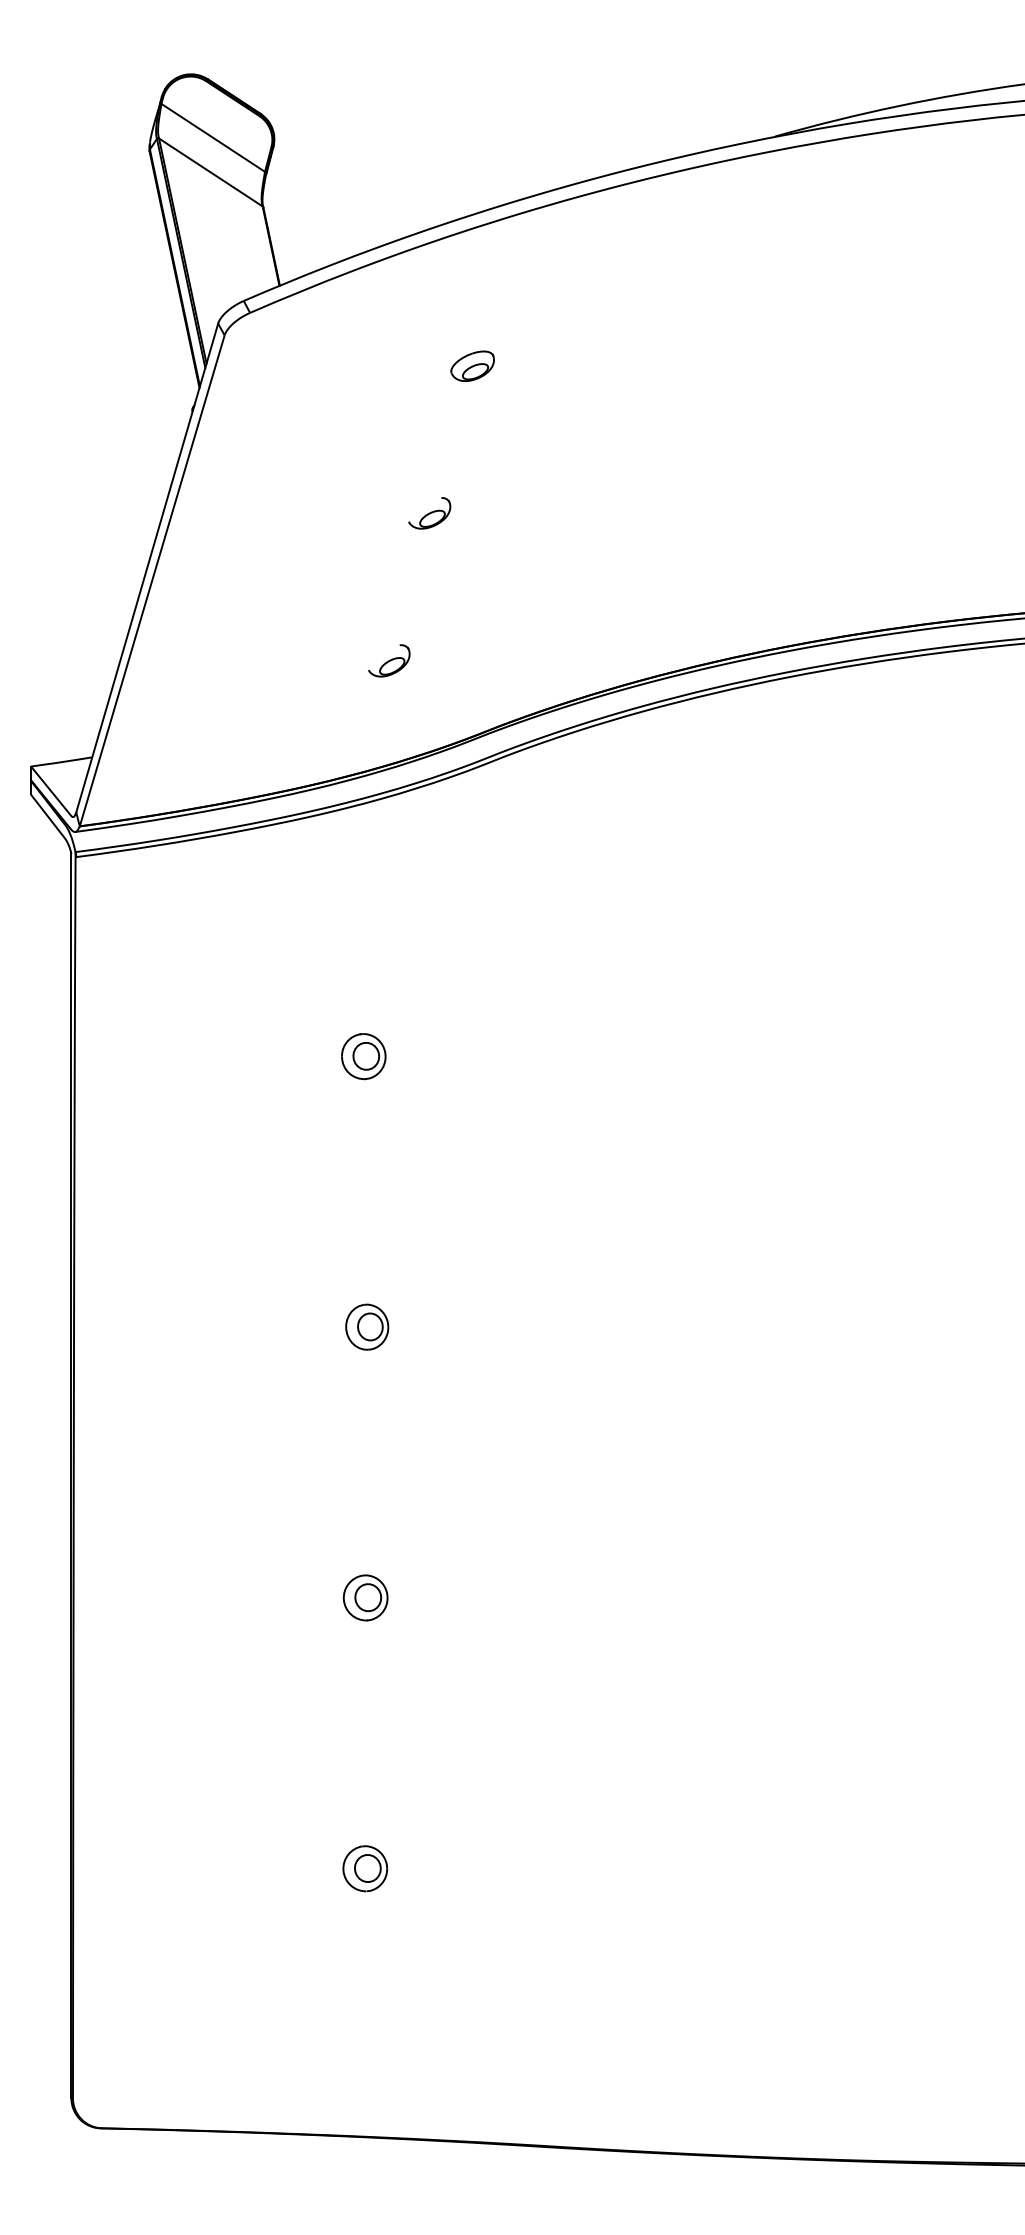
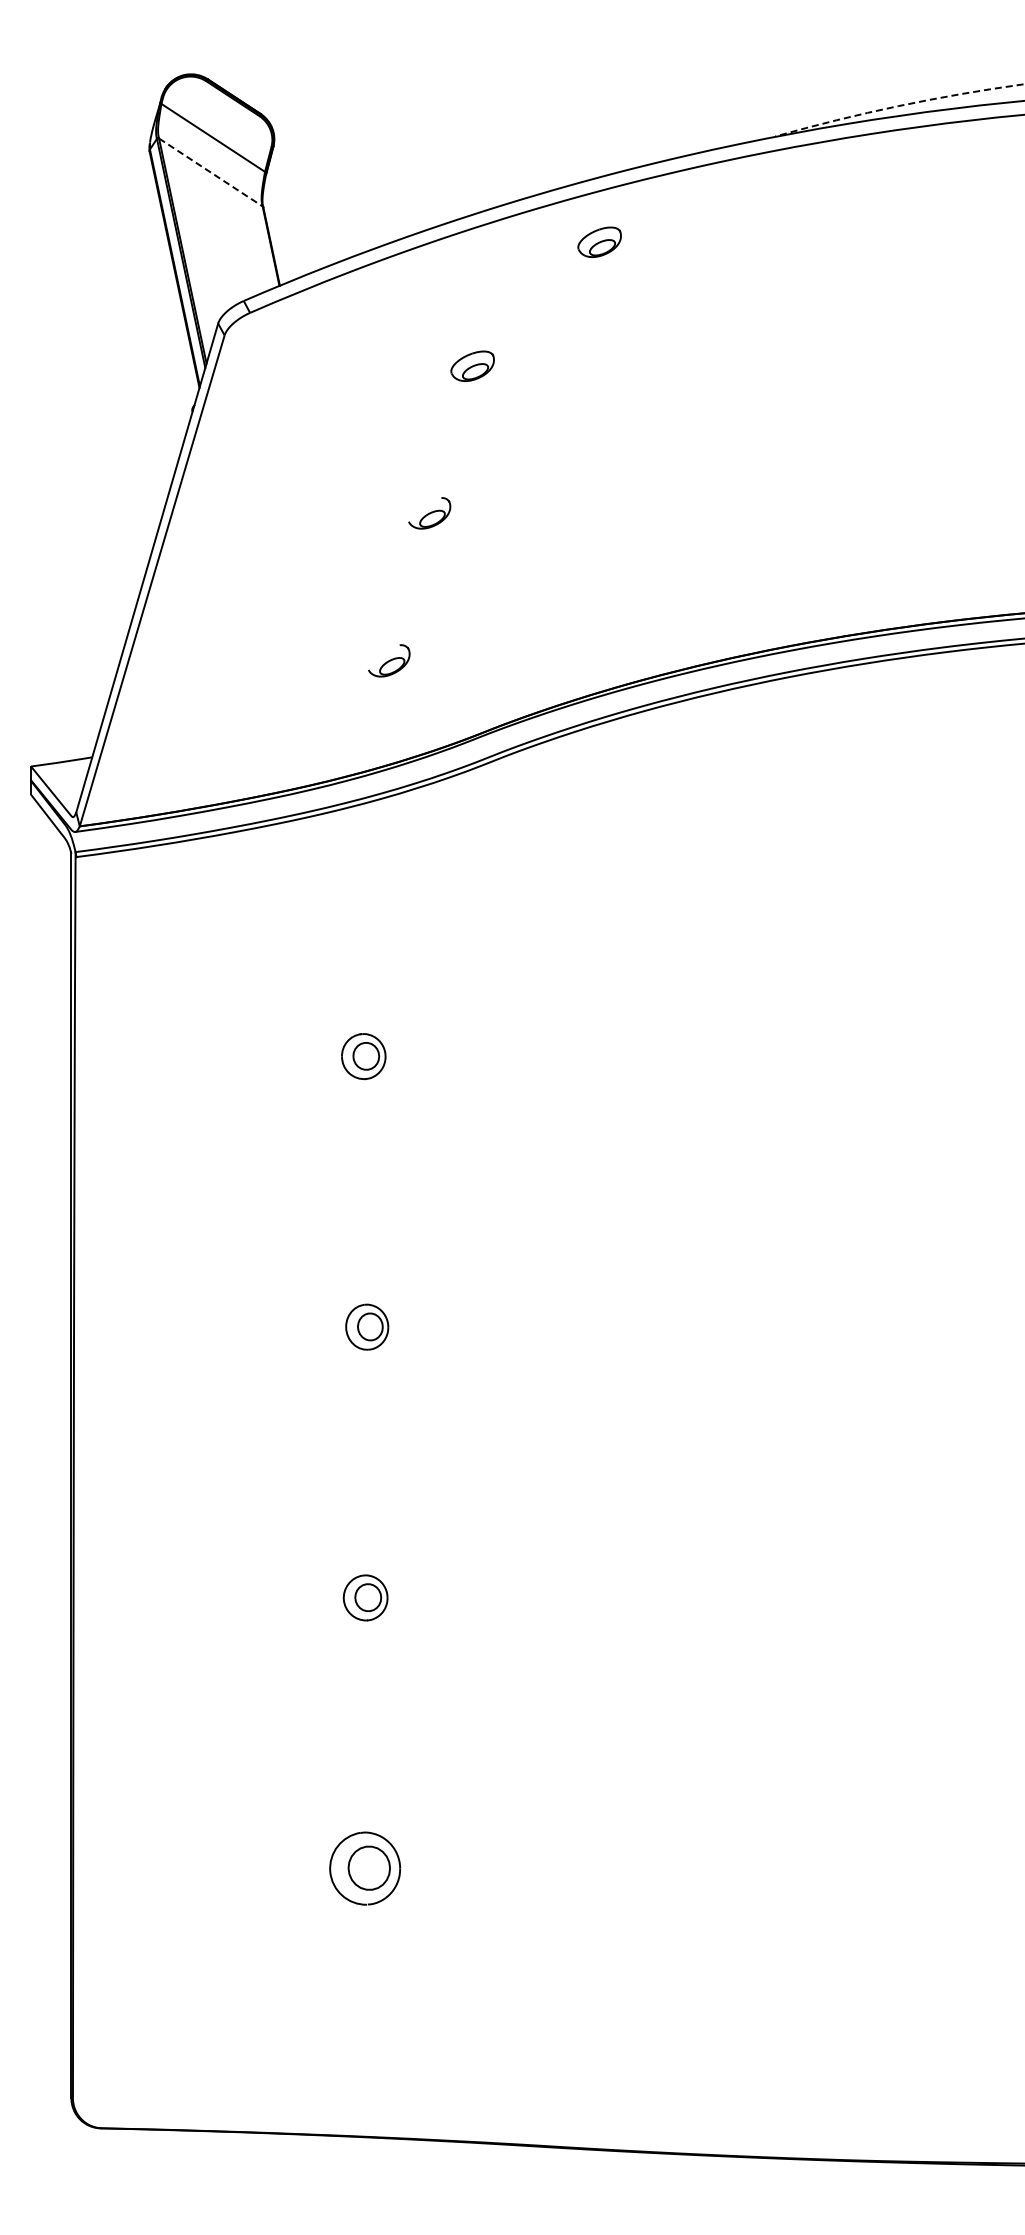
arc at (898, 106): solid -> dashed
line at (210, 172): solid -> dashed
part at (599, 241): none -> present
part at (365, 1868) size: 47x48 px -> 73x75 px
